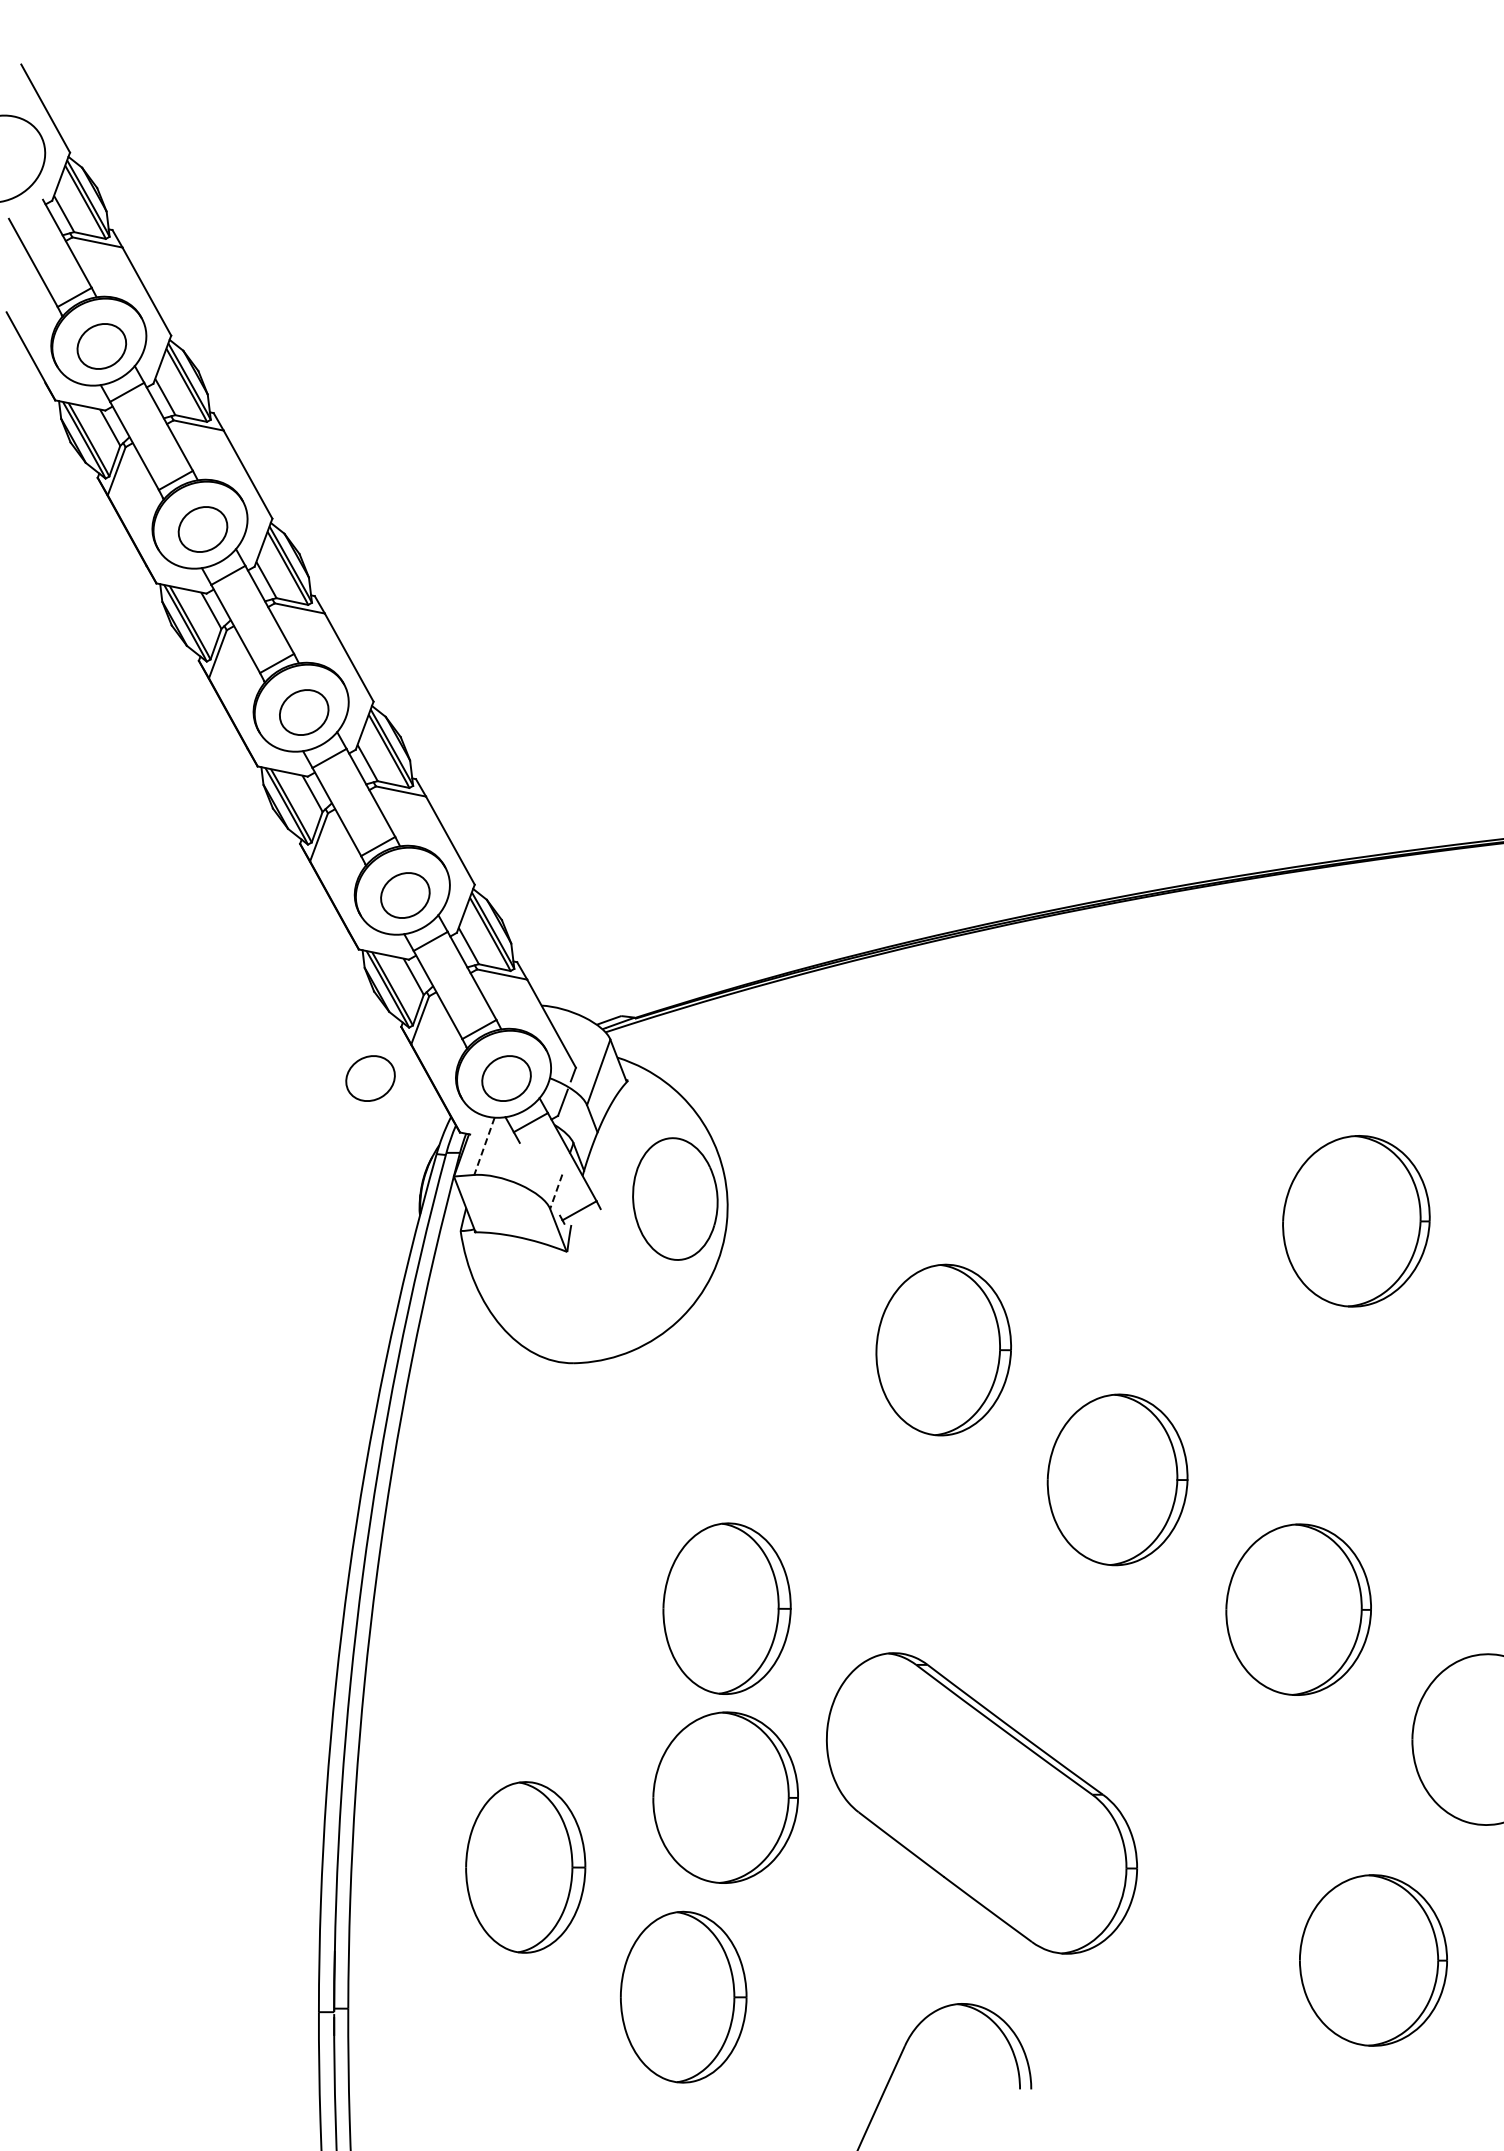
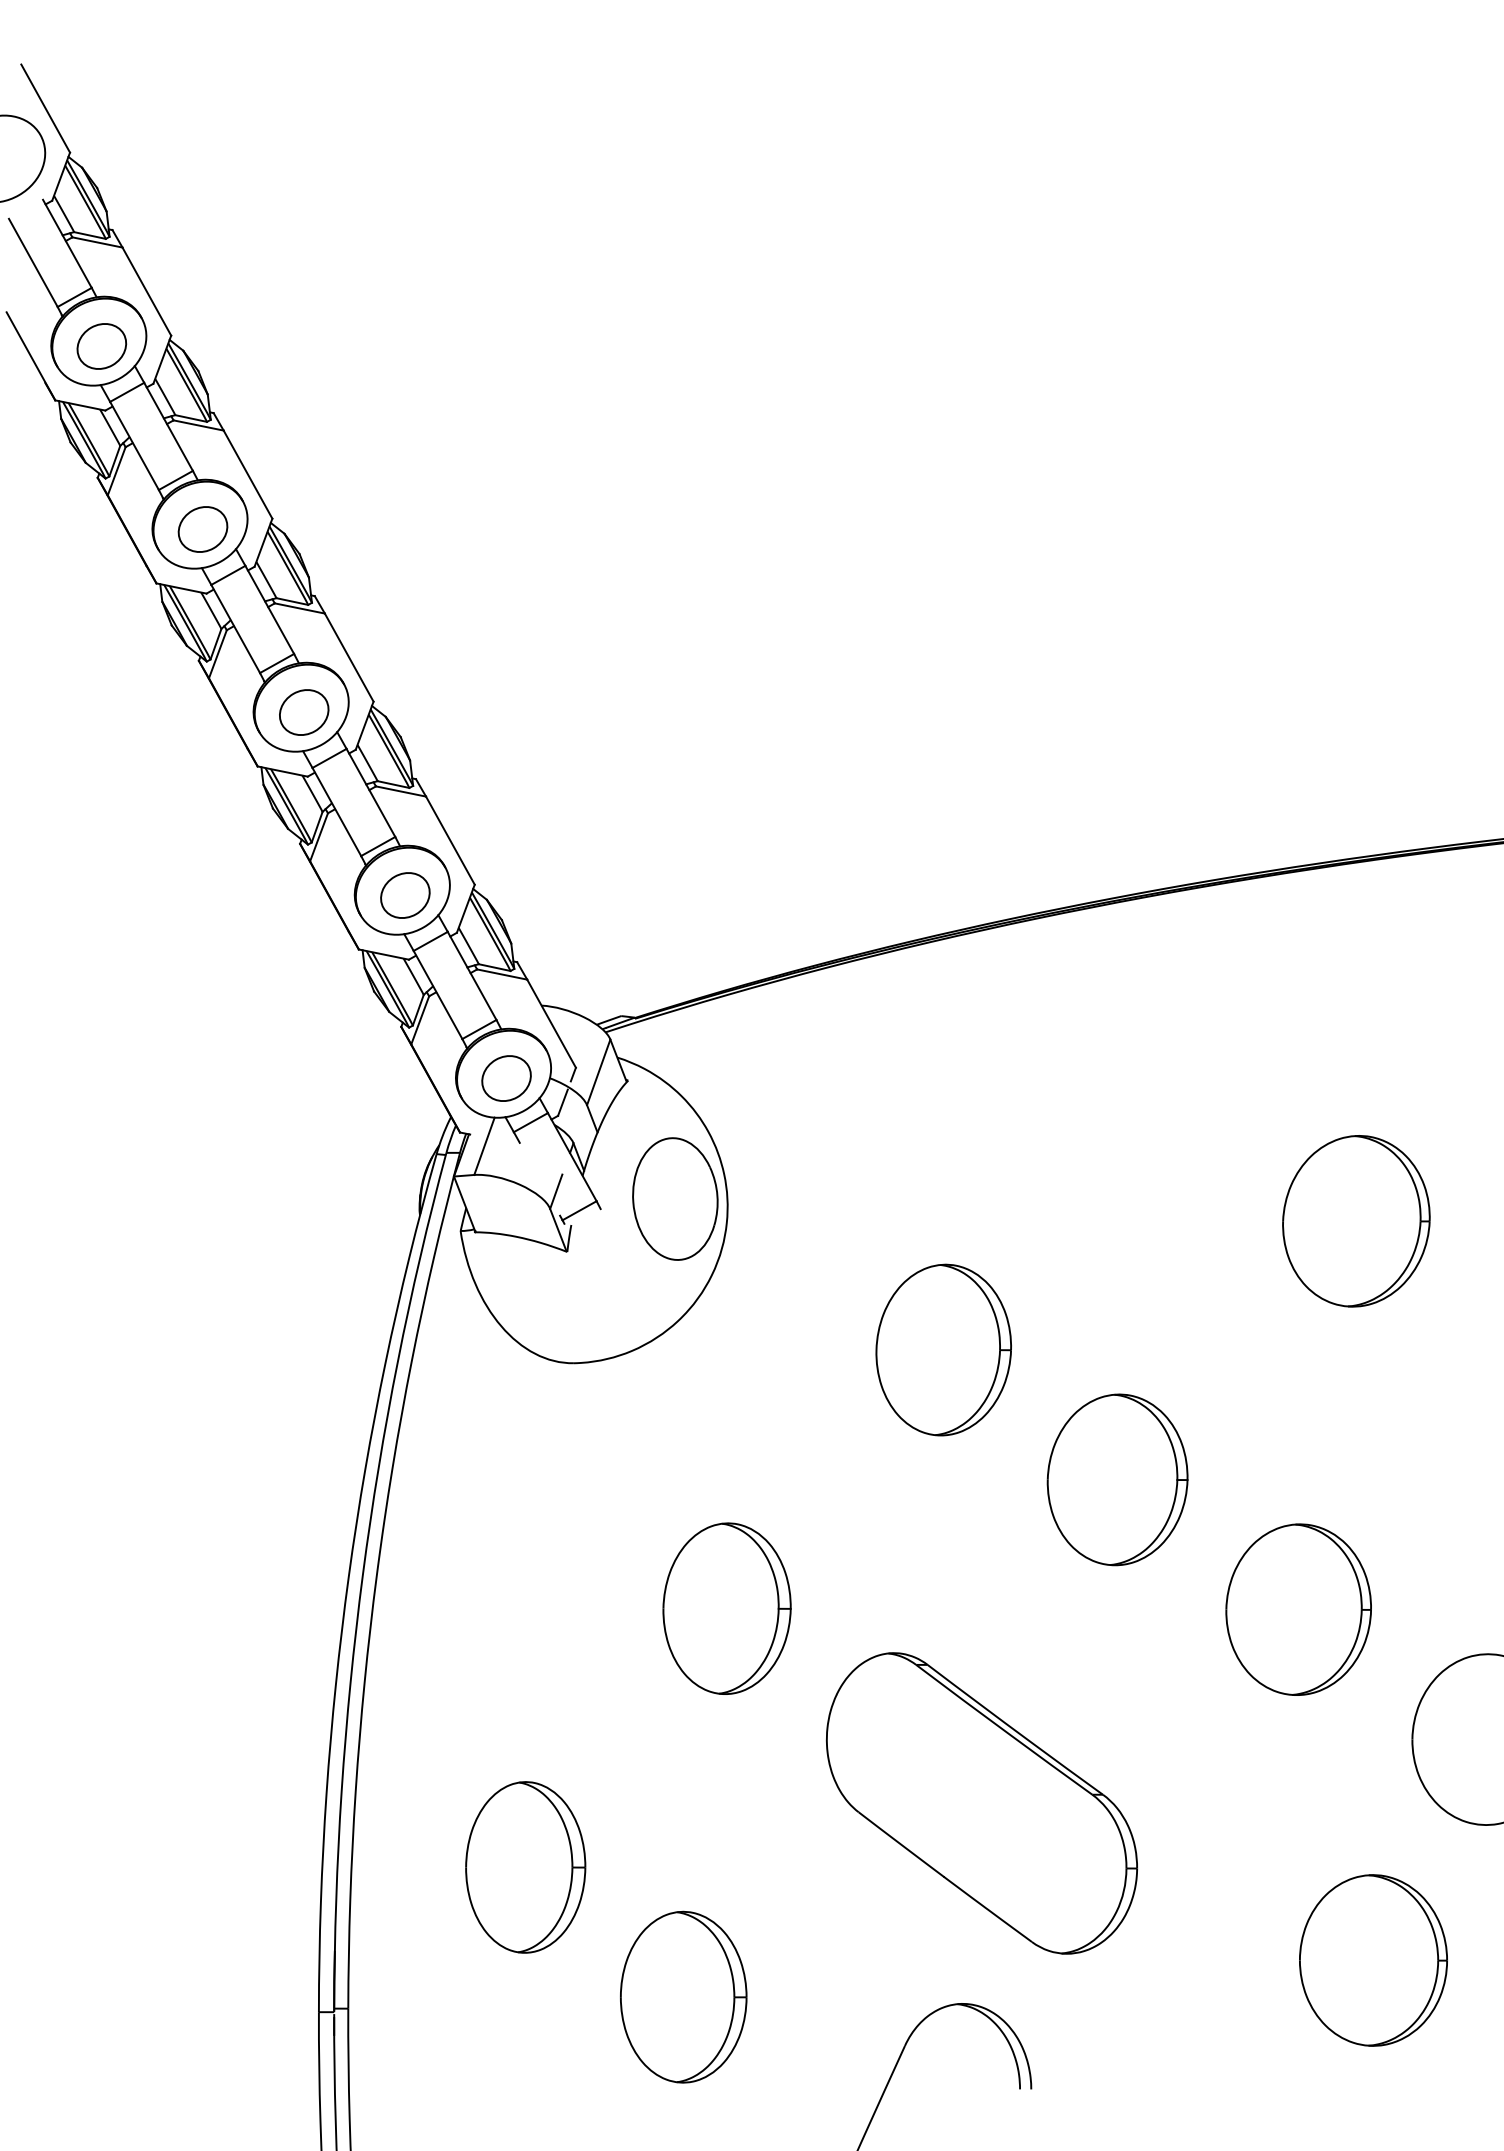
part at (370, 1078): present -> none
line at (484, 1146): dashed -> solid
line at (556, 1192): dashed -> solid
part at (725, 1797): present -> none
